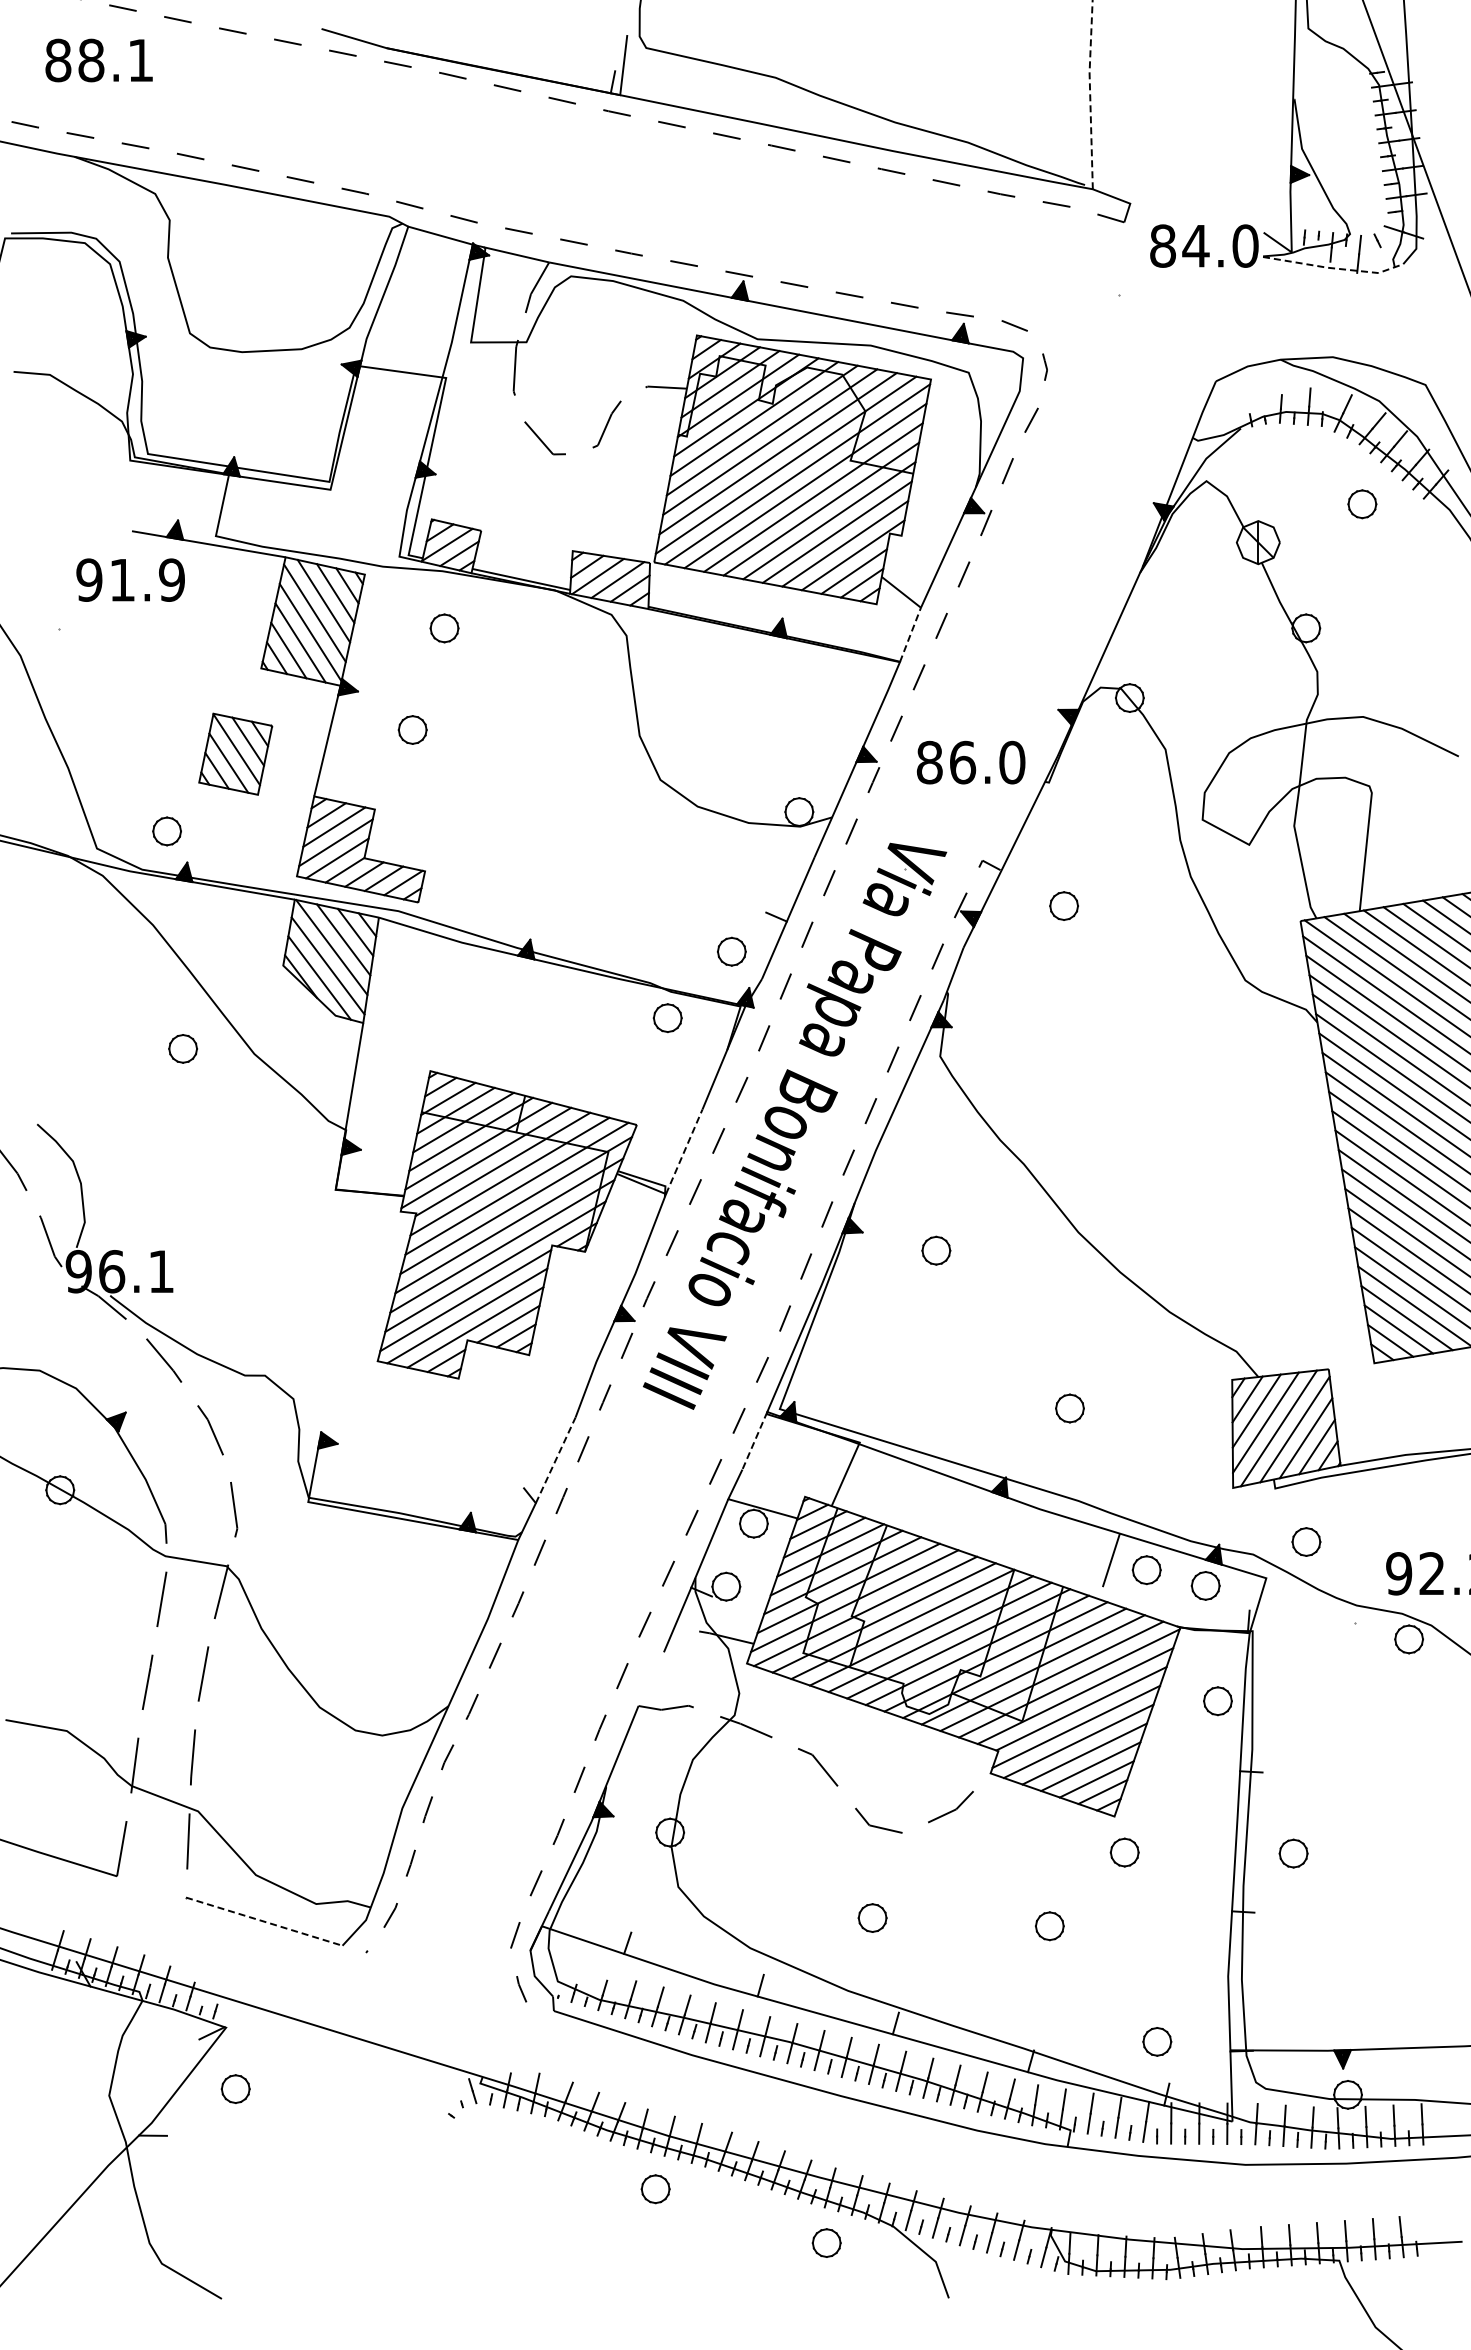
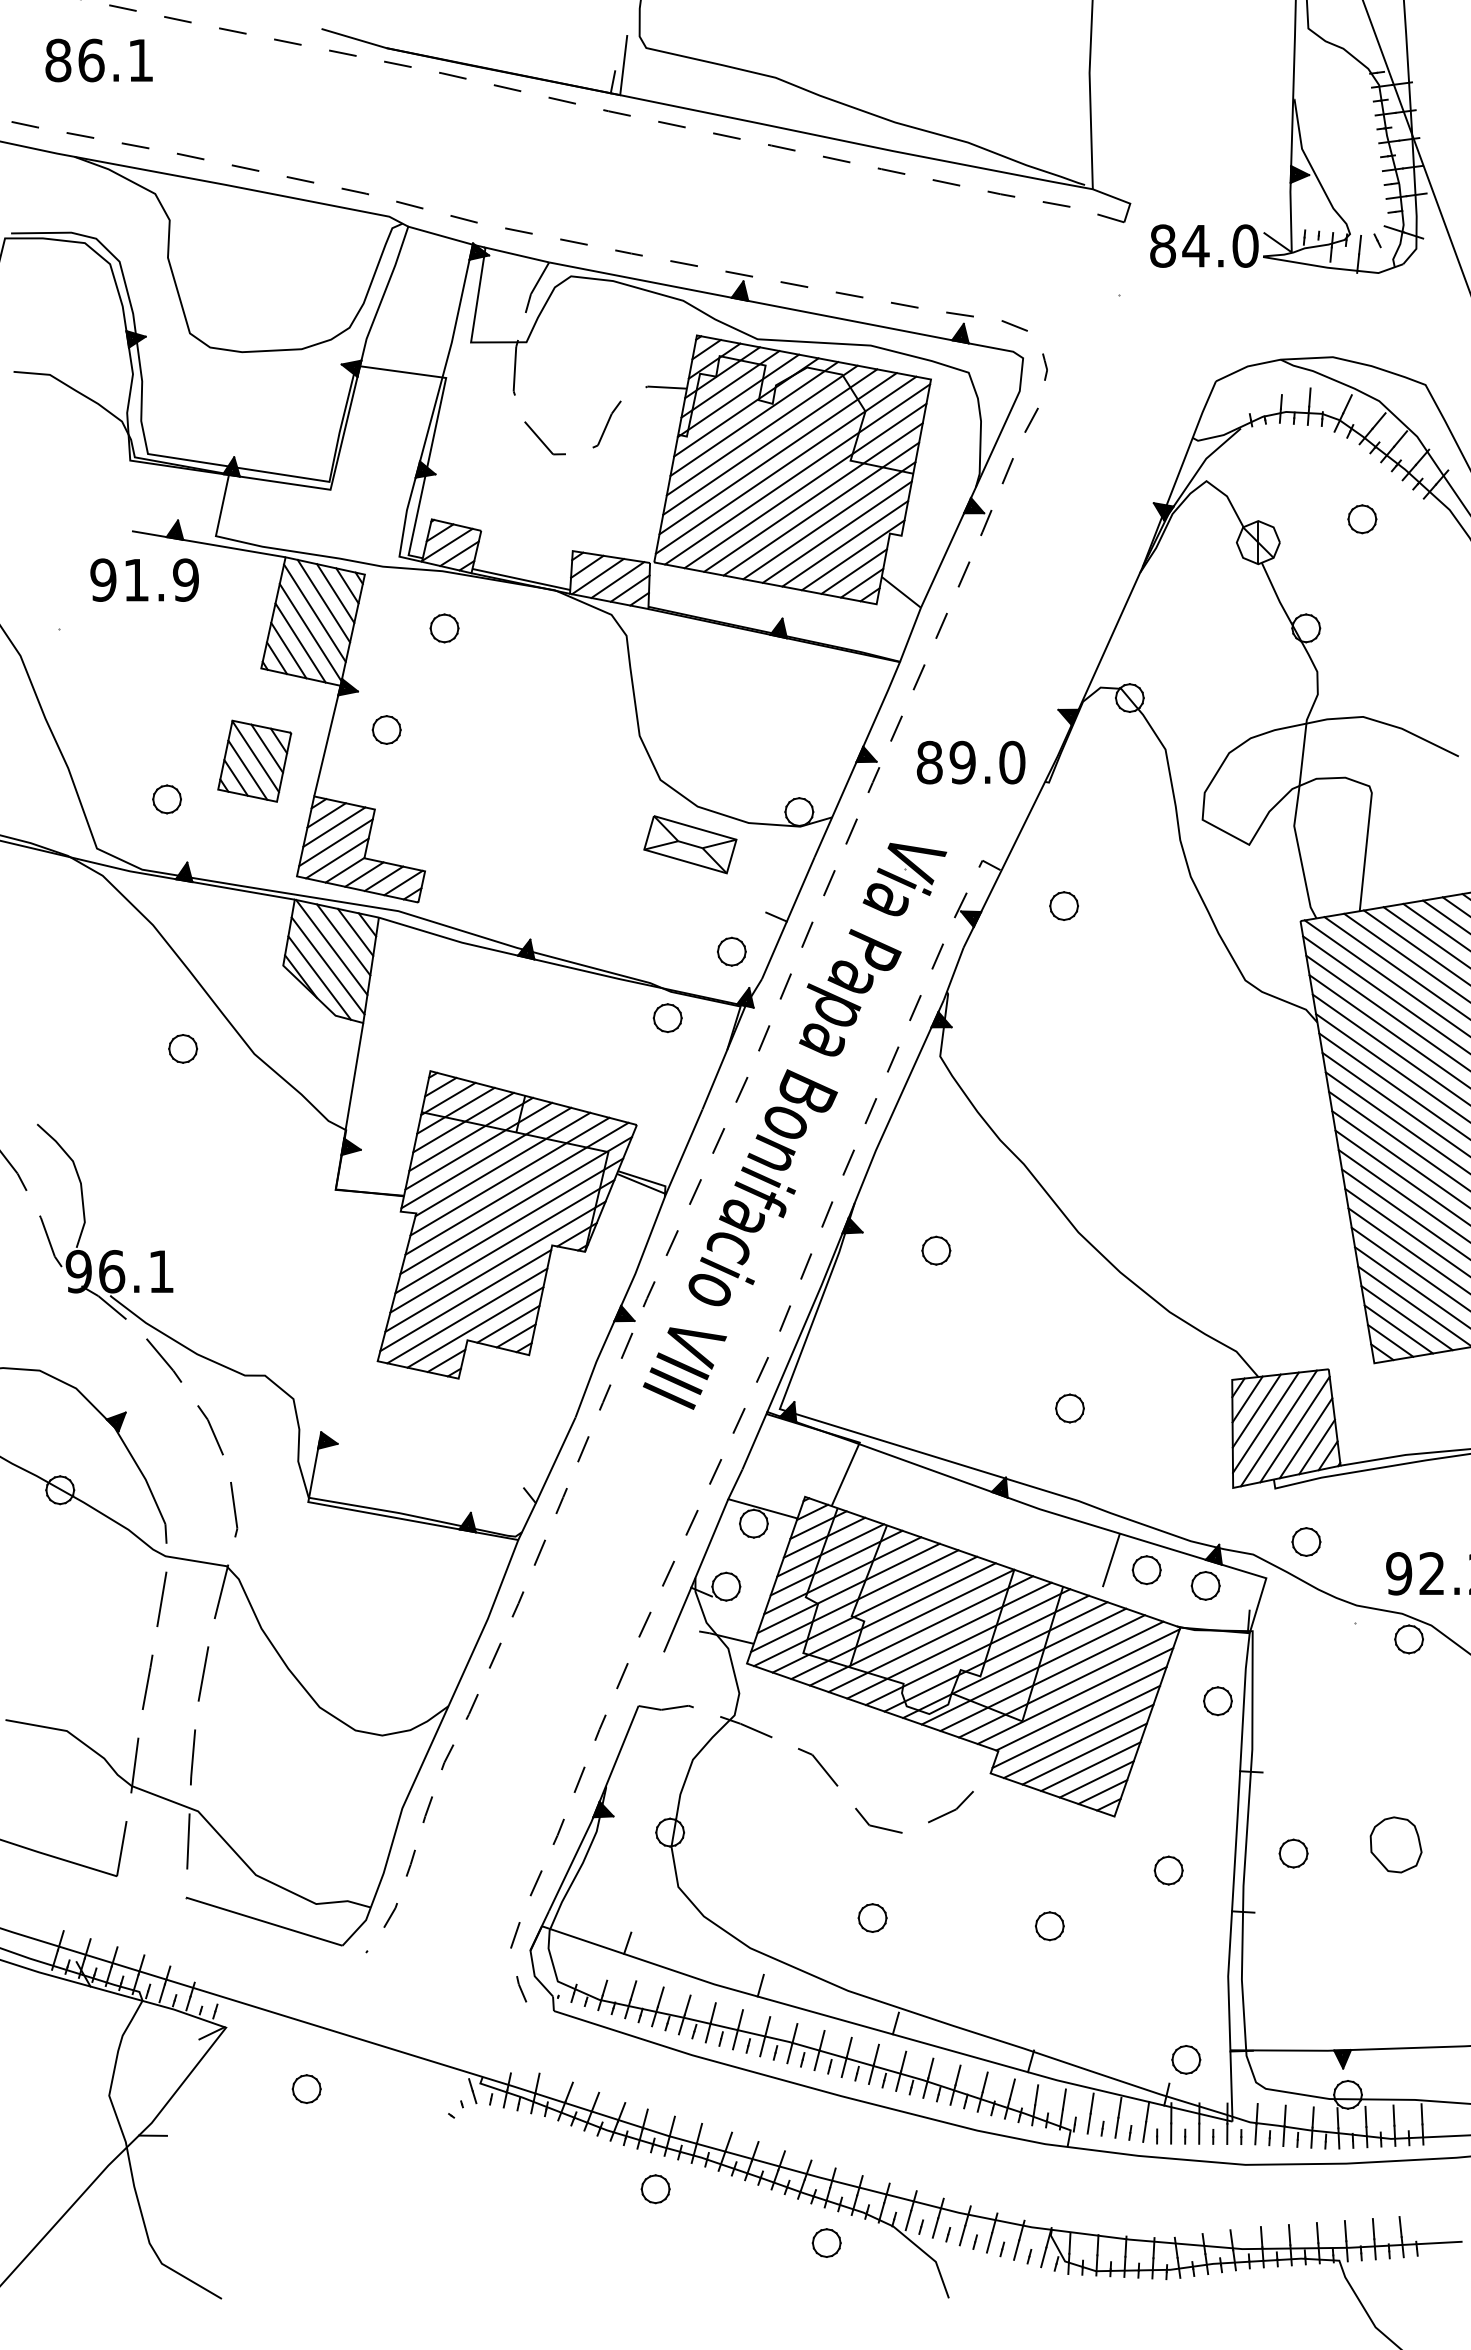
text at (91, 60): 88.1 -> 86.1
line at (1090, 93): dashed -> solid
line at (1334, 268): dashed -> solid
part at (1362, 504) position: (1362, 504) -> (1362, 519)
text at (130, 579) position: (130, 579) -> (144, 579)
line at (910, 634): dashed -> solid
part at (412, 729) position: (412, 729) -> (386, 729)
part at (235, 753) position: (235, 753) -> (254, 760)
text at (962, 762): 86.0 -> 89.0
part at (166, 831) position: (166, 831) -> (166, 799)
part at (690, 844): none -> present
line at (684, 1151): dashed -> solid
line at (754, 1441): dashed -> solid
line at (555, 1459): dashed -> solid
part at (1395, 1844): none -> present
part at (1124, 1852) position: (1124, 1852) -> (1168, 1870)
line at (264, 1921): dashed -> solid
part at (1157, 2041) position: (1157, 2041) -> (1186, 2059)
part at (235, 2088) position: (235, 2088) -> (306, 2088)
